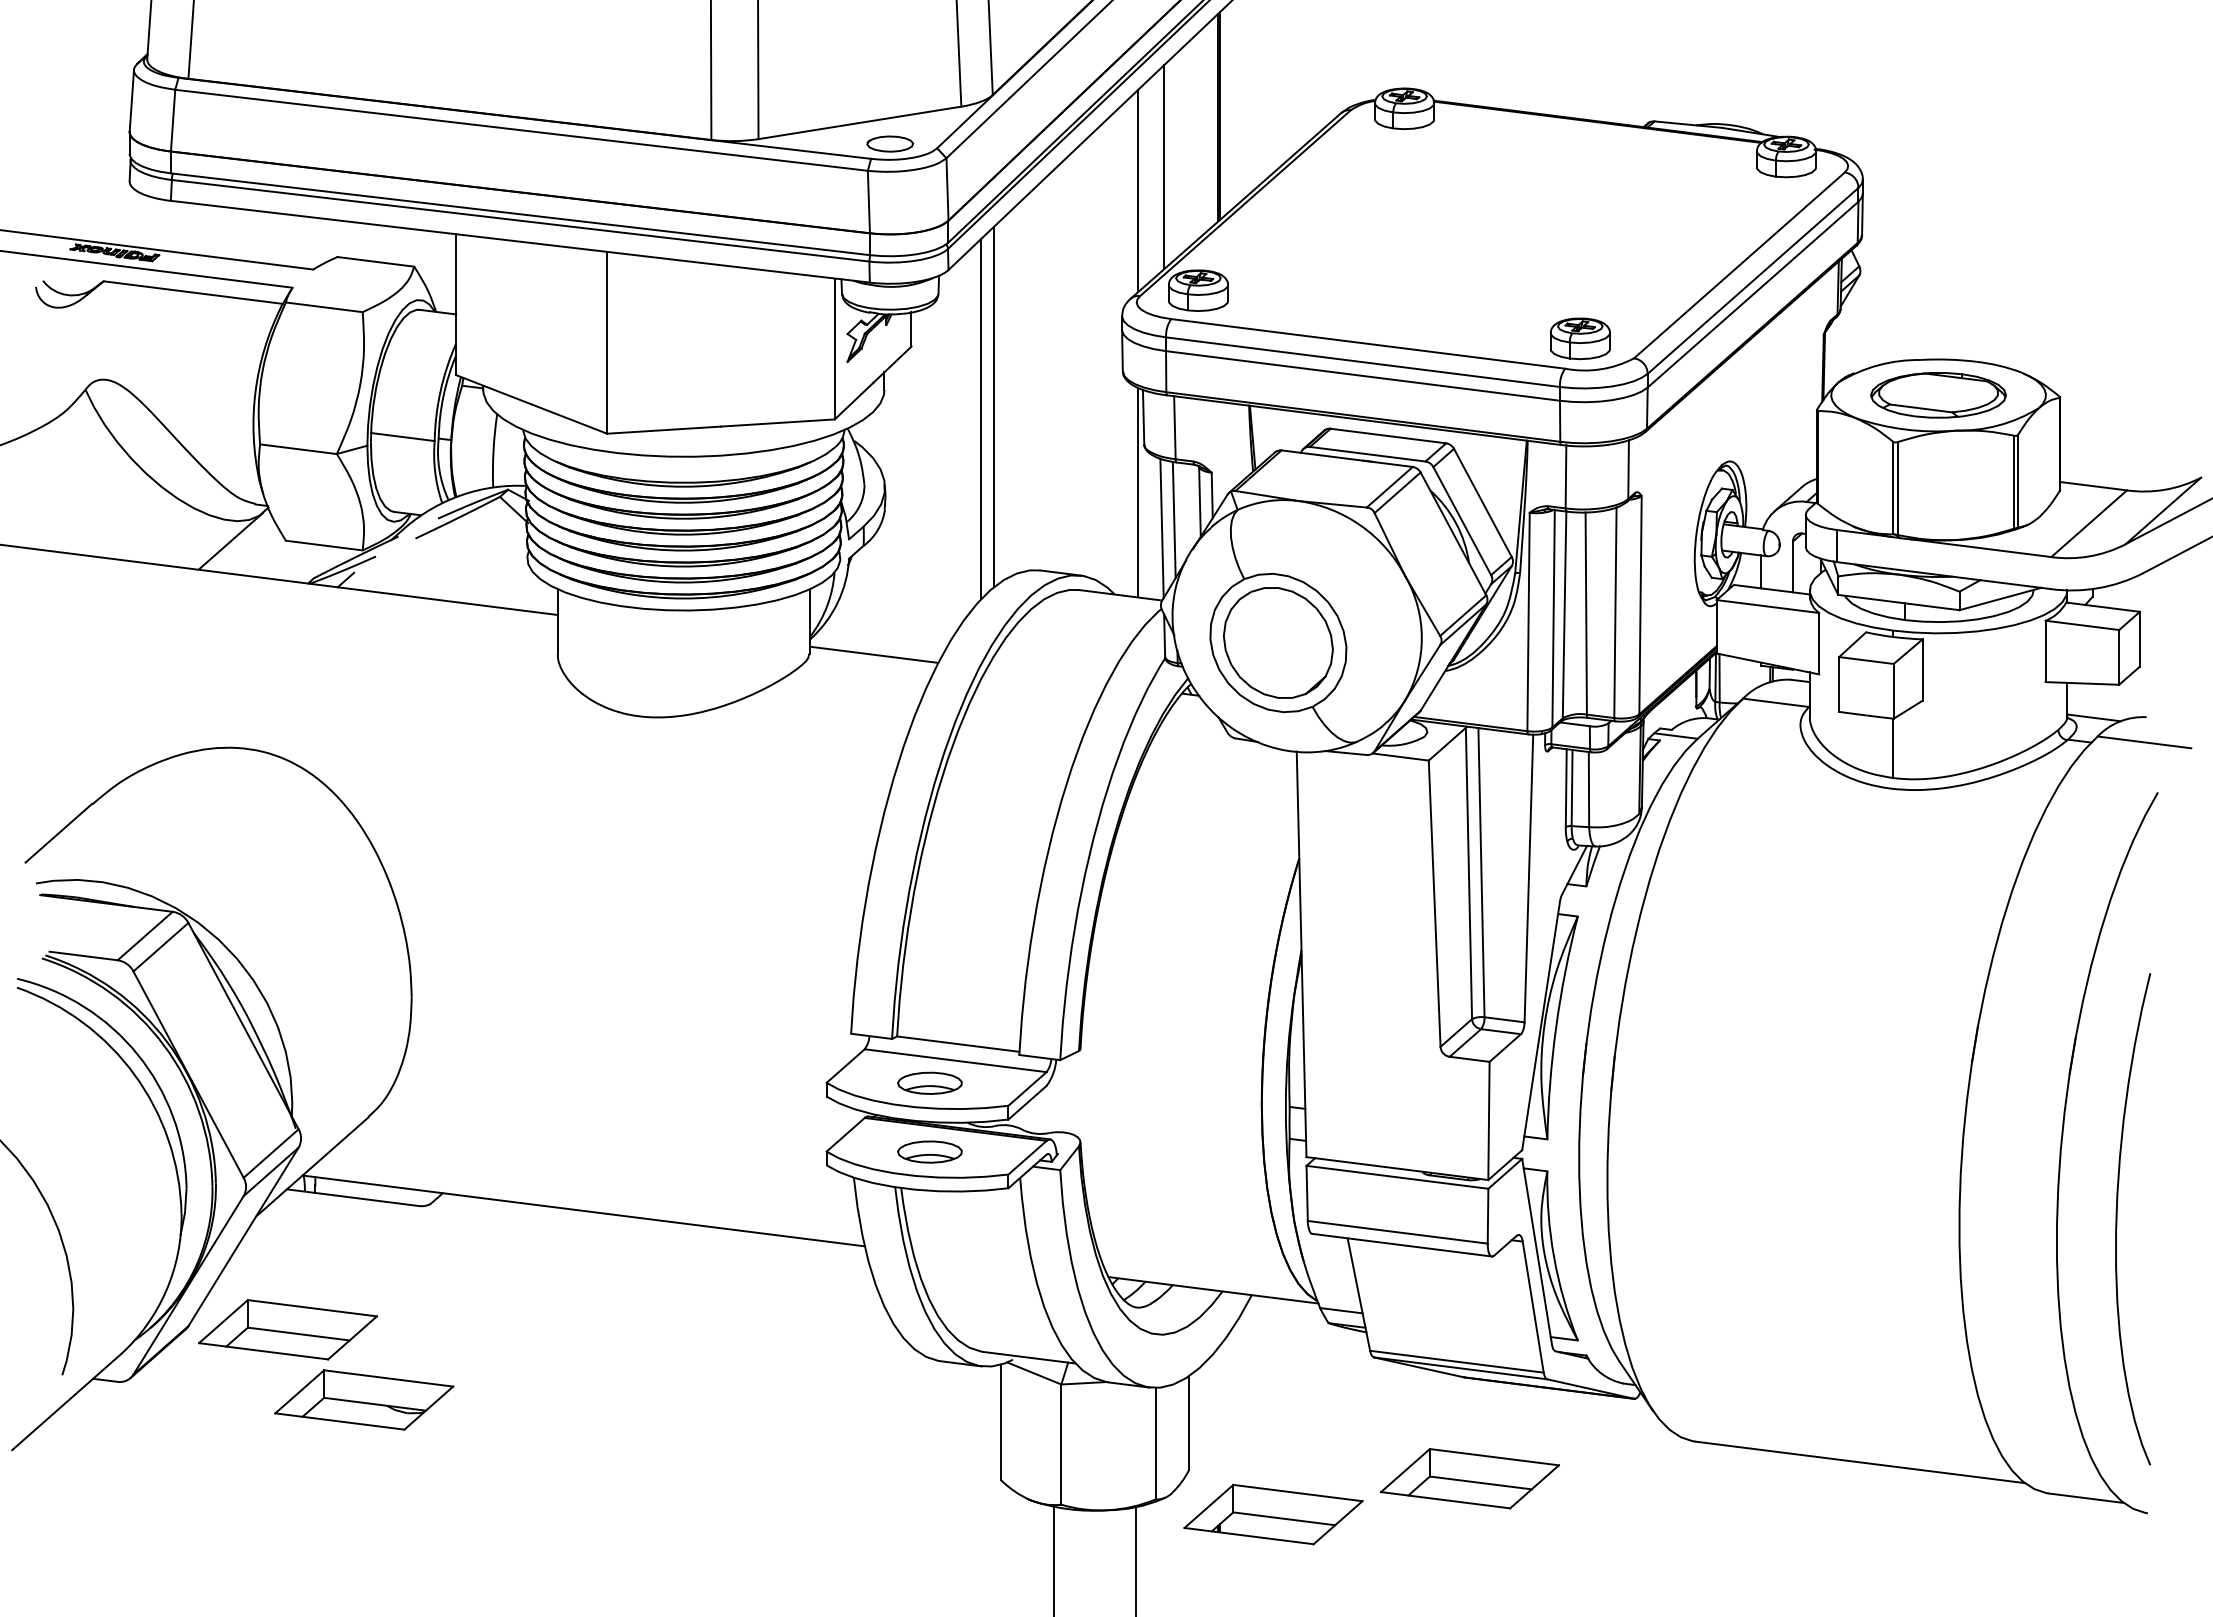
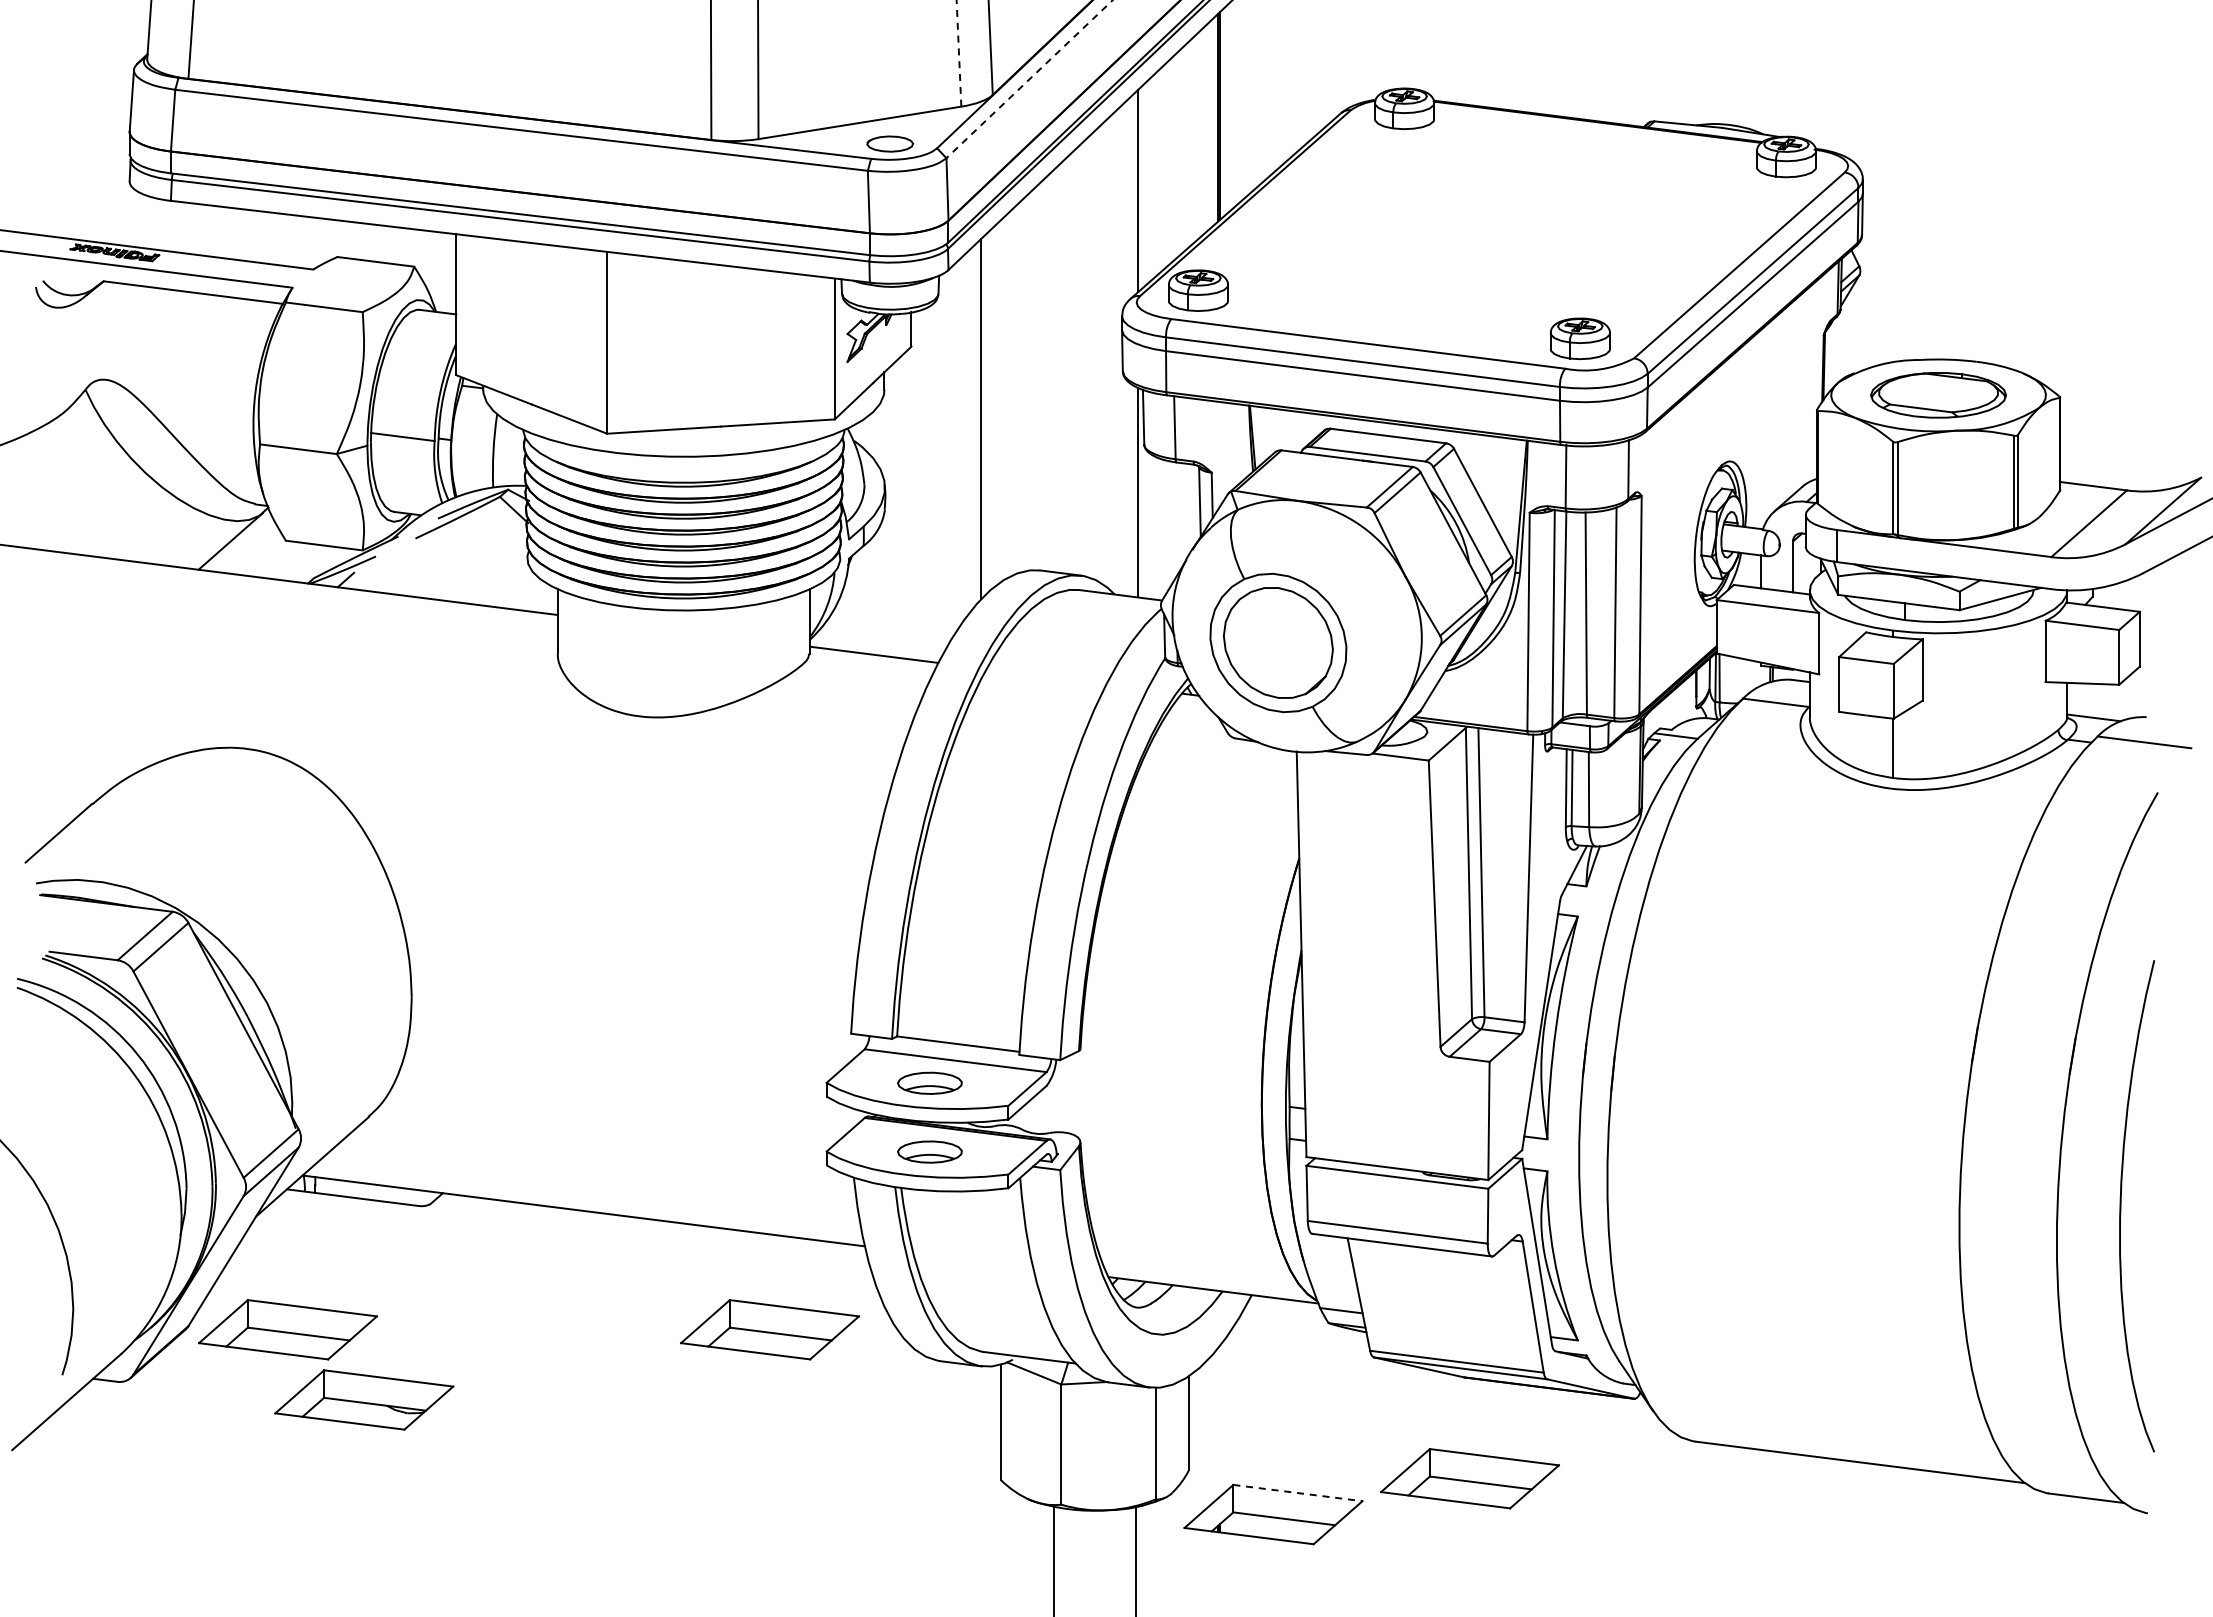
line at (959, 53): solid -> dashed
line at (1029, 79): solid -> dashed
line at (1164, 167): present -> none
line at (994, 406): present -> none
line at (1173, 519): present -> none
line at (1161, 528): present -> none
curve at (2117, 1219) position: (2117, 1219) -> (2121, 1206)
part at (770, 1329): none -> present
line at (1298, 1493): solid -> dashed
